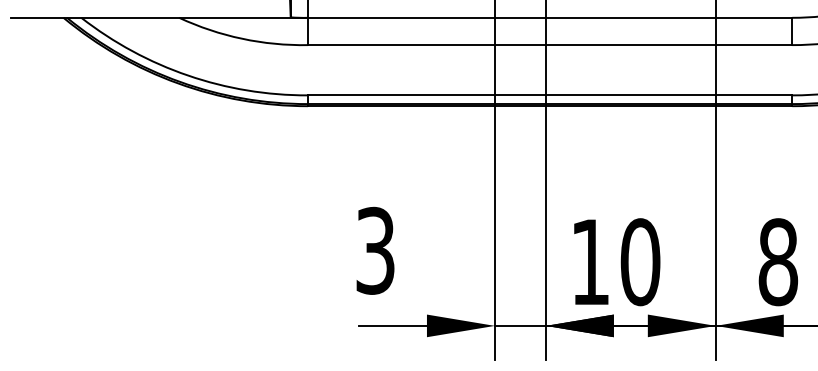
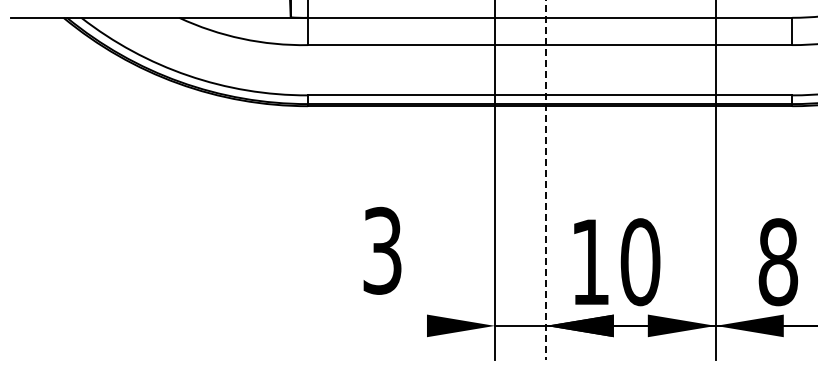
line at (545, 180): solid -> dashed
text at (375, 250) position: (375, 250) -> (382, 250)
line at (392, 325): present -> none
